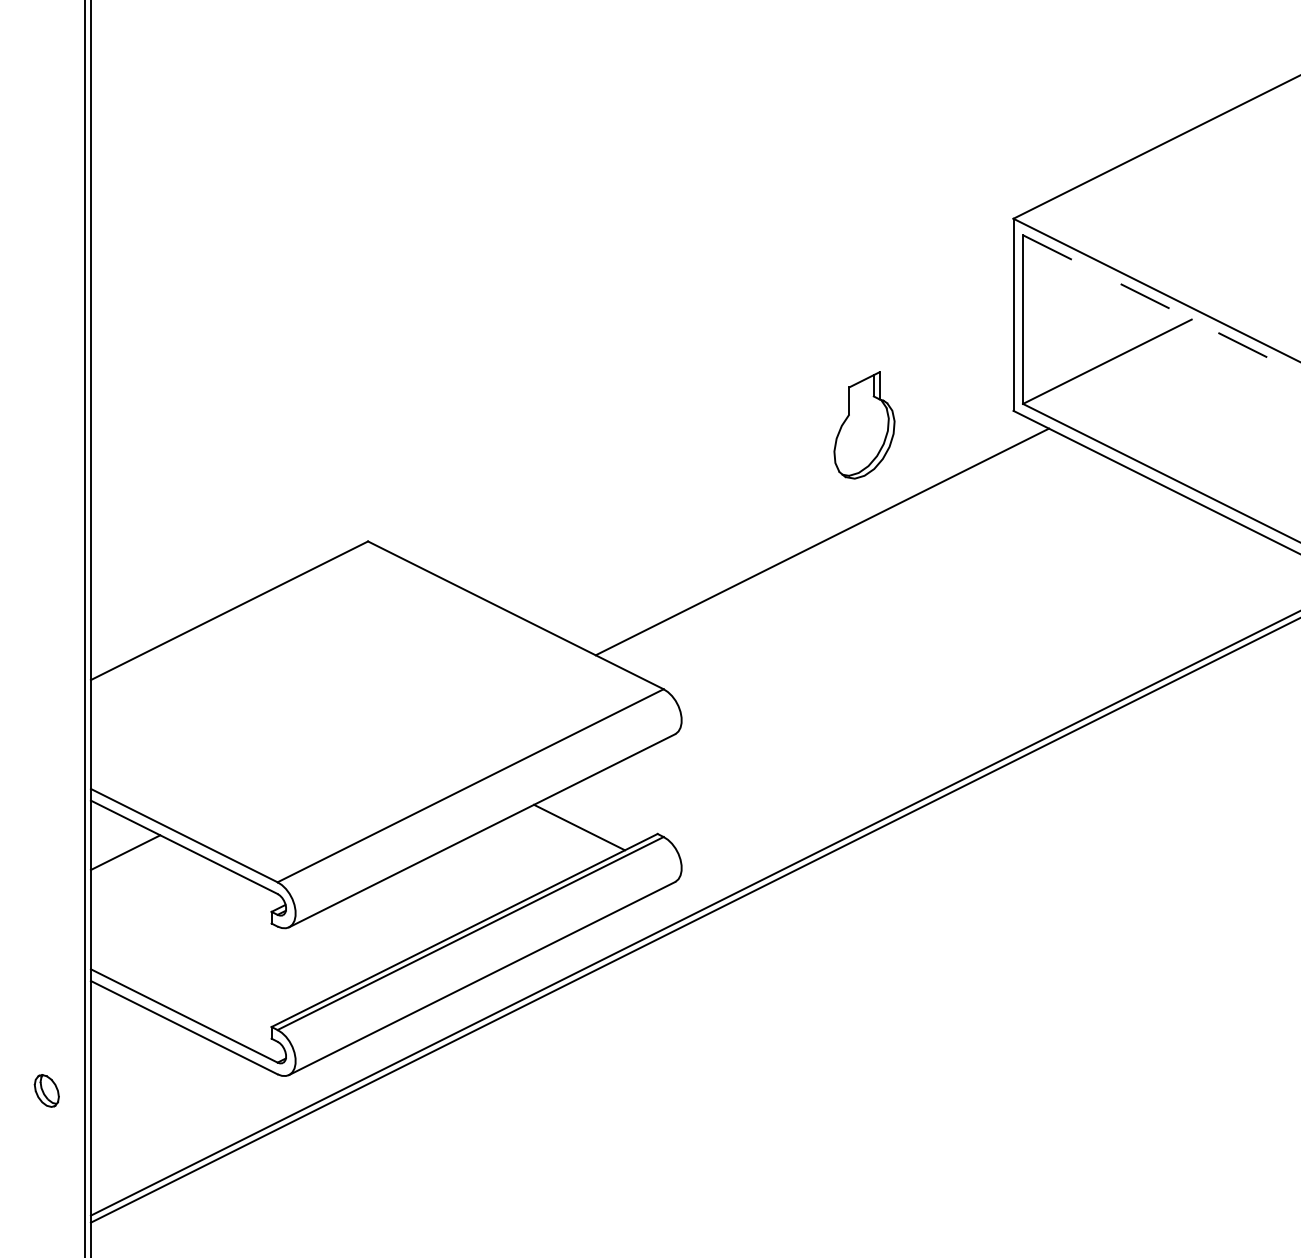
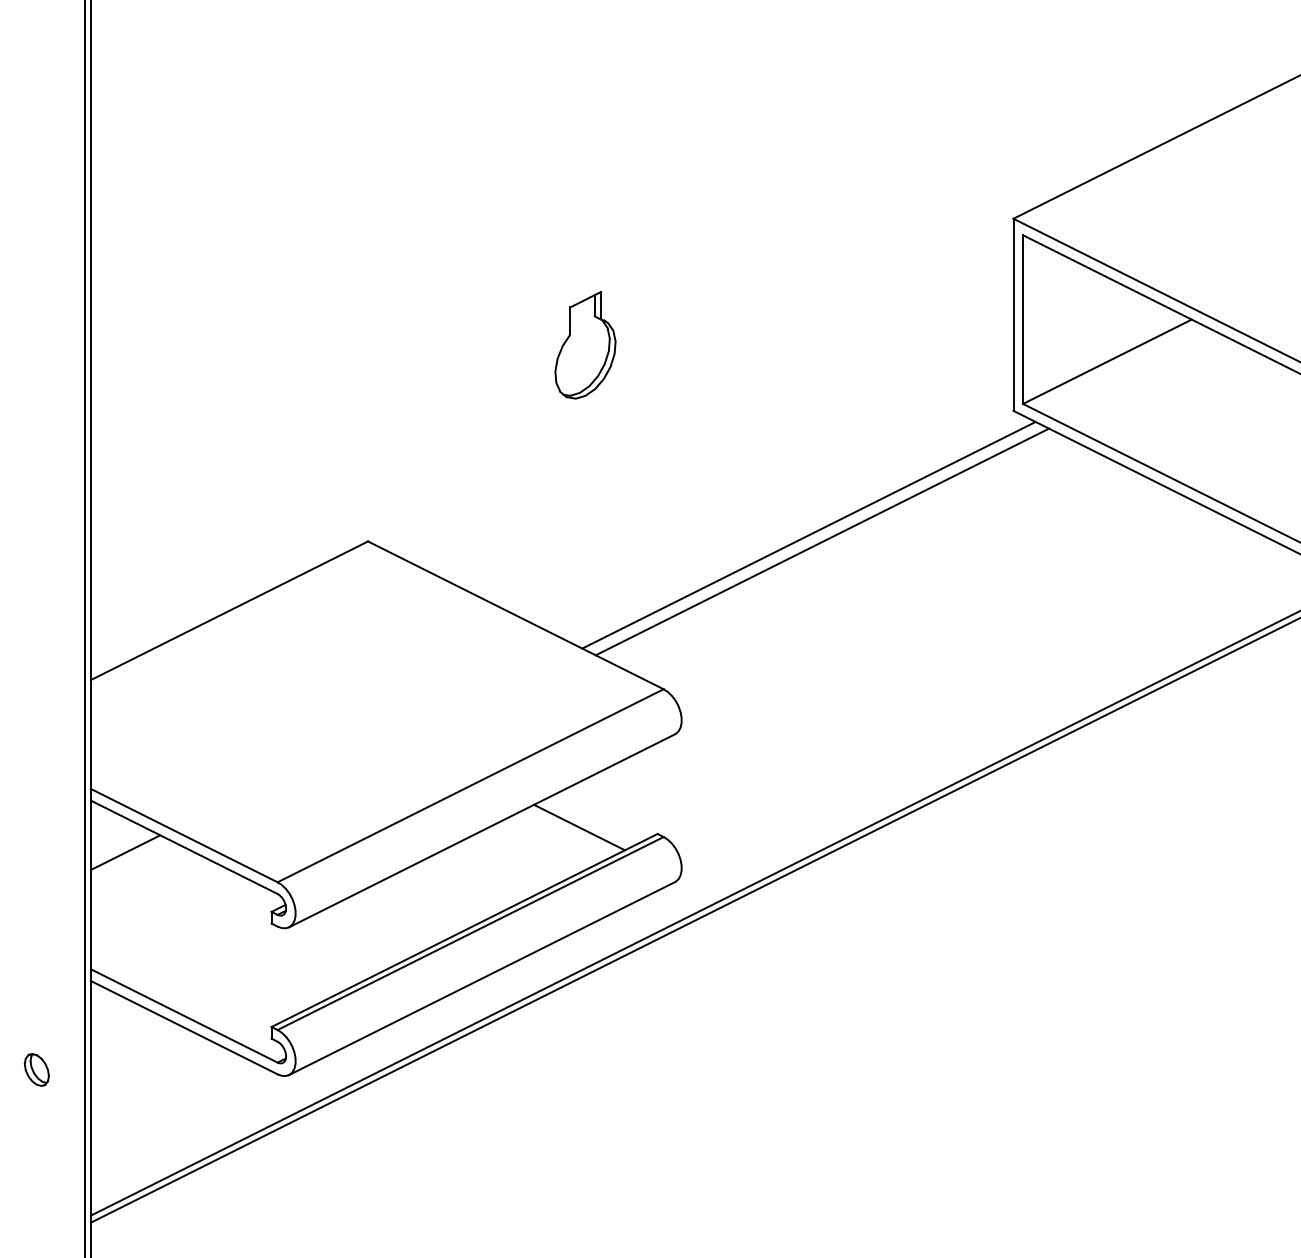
line at (1161, 304): dashed -> solid
part at (864, 425) position: (864, 425) -> (585, 345)
line at (808, 534): none -> present
part at (46, 1090) position: (46, 1090) -> (36, 1069)
